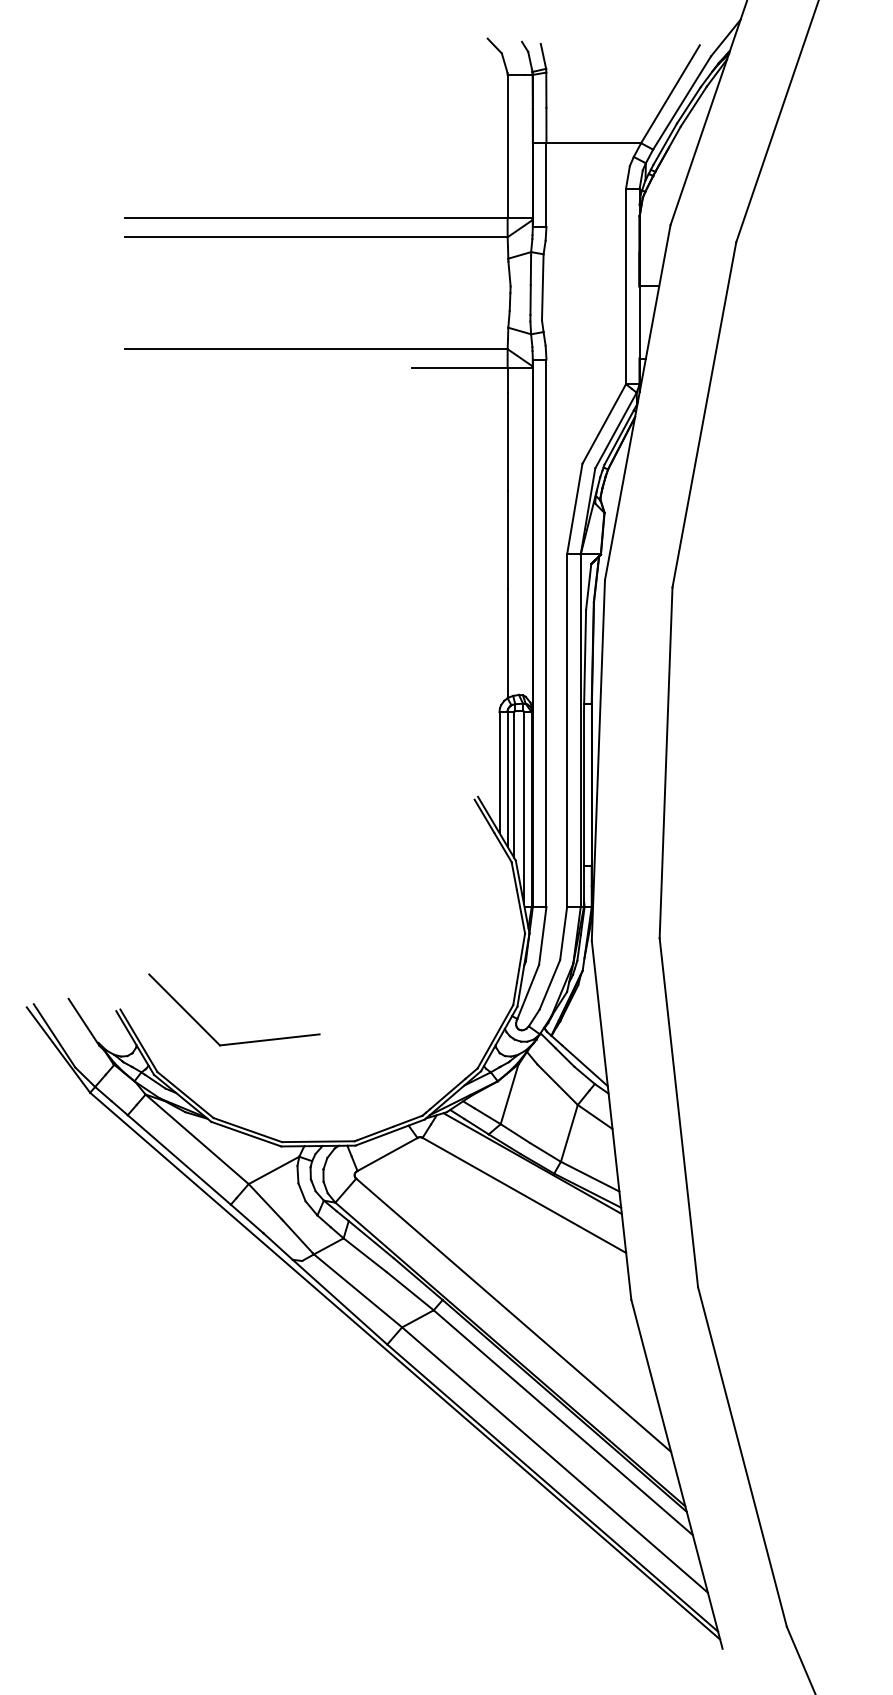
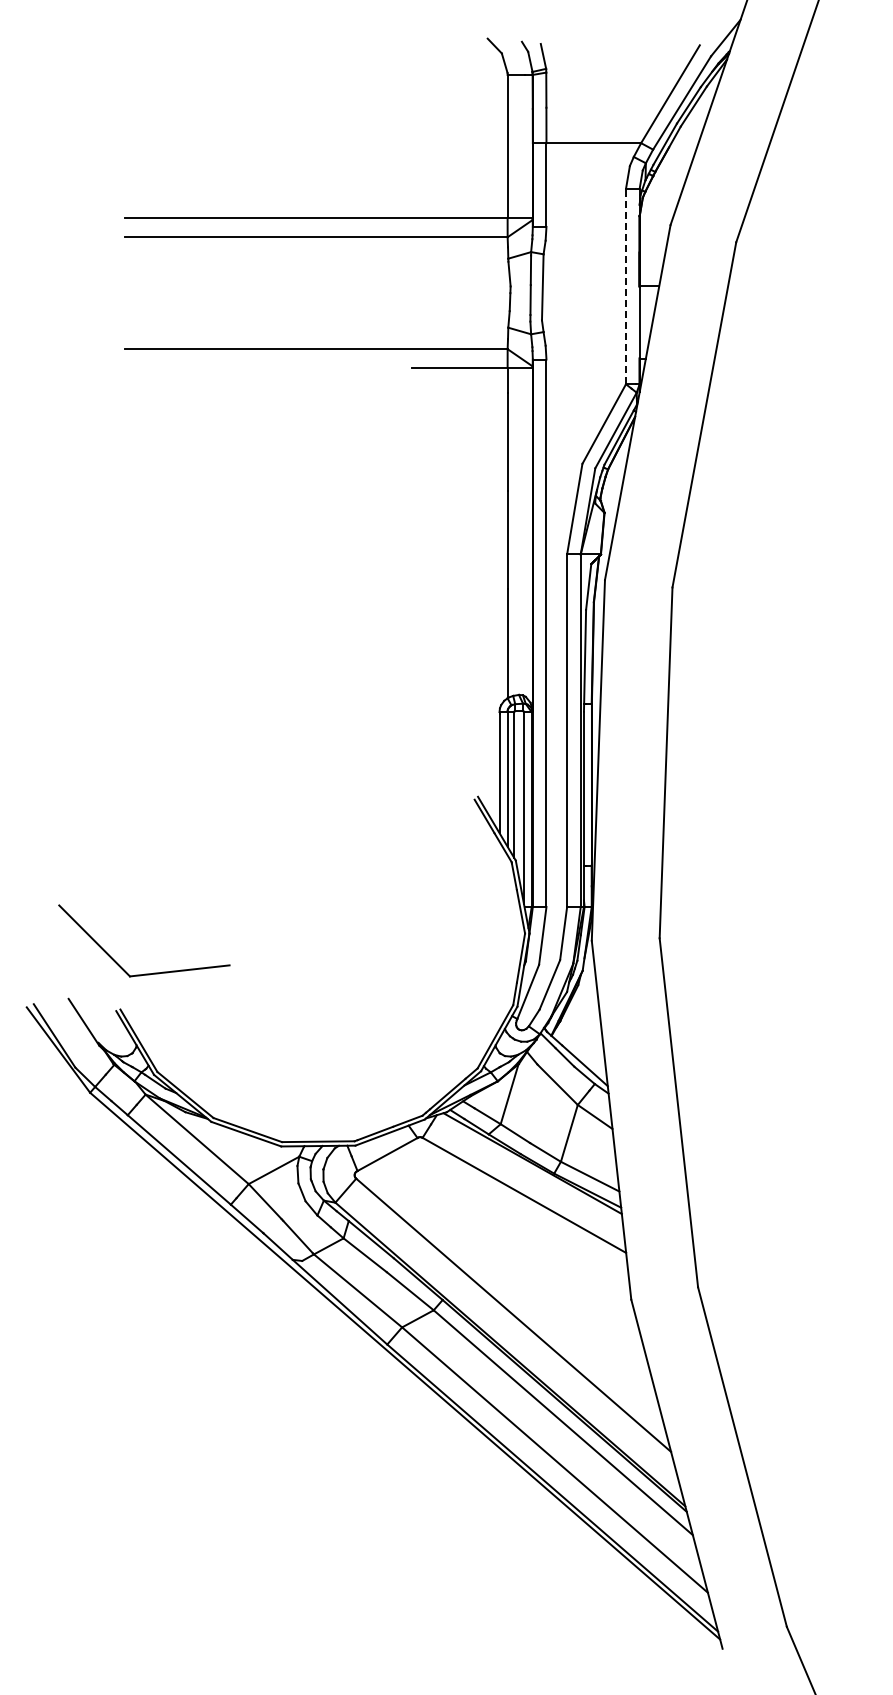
line at (626, 286): solid -> dashed
part at (234, 1042) position: (234, 1042) -> (144, 973)
